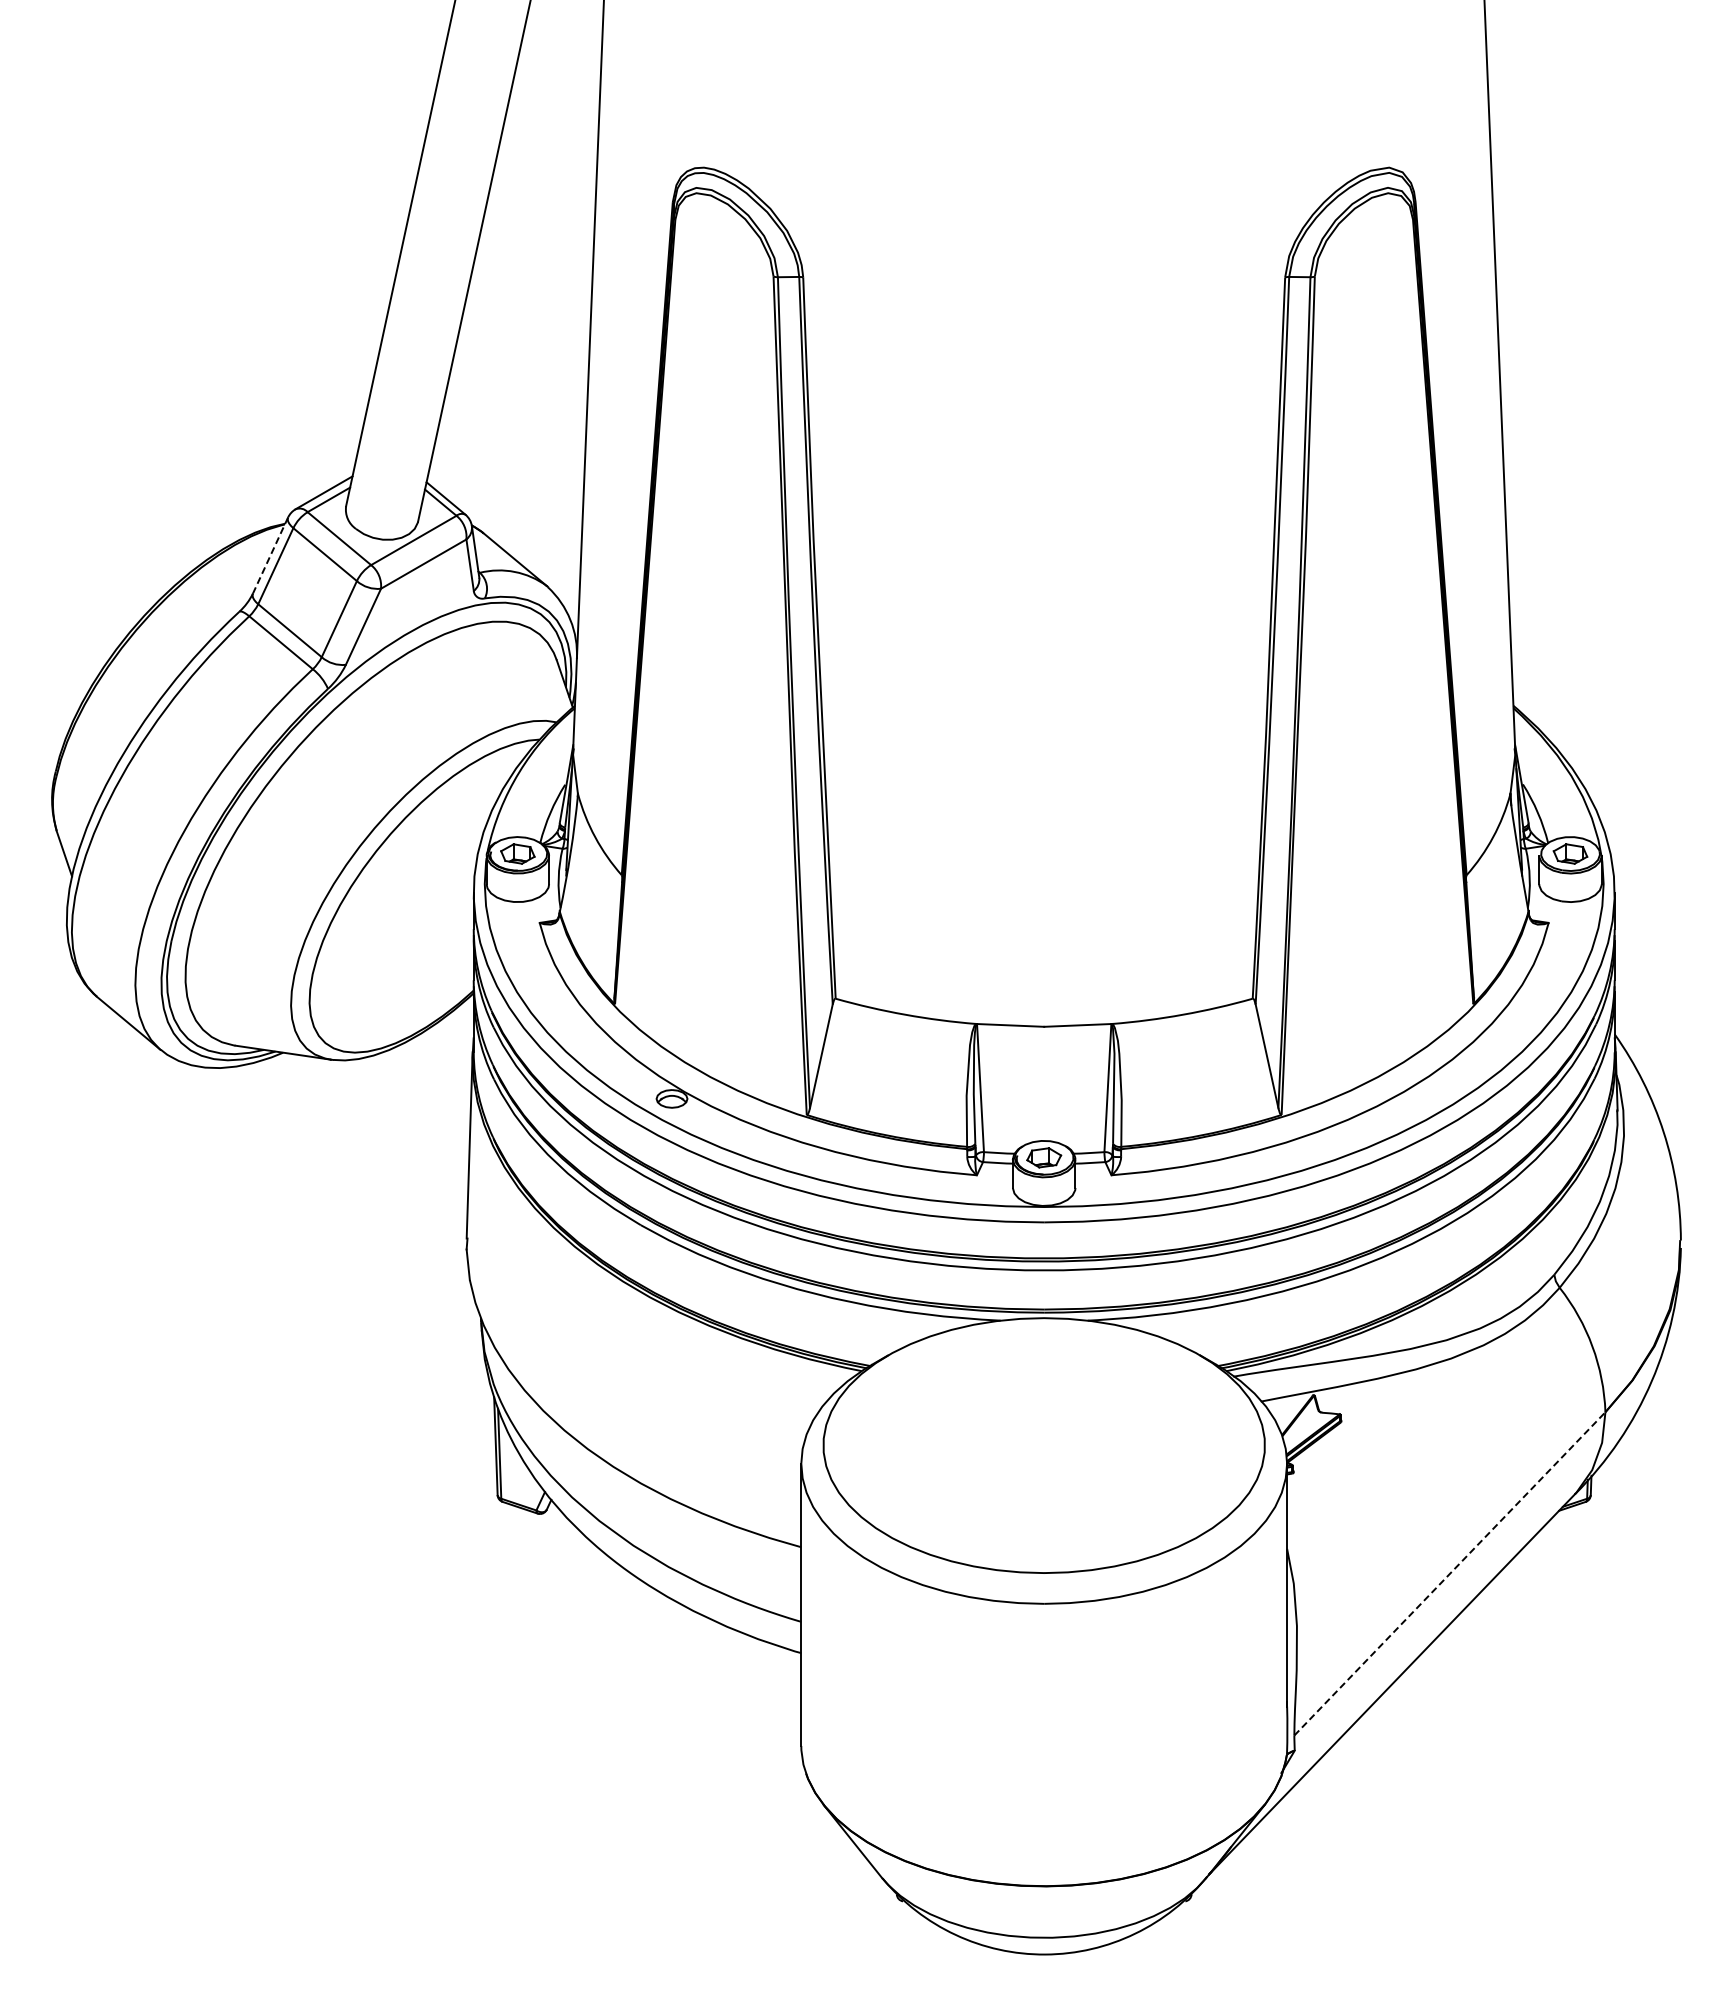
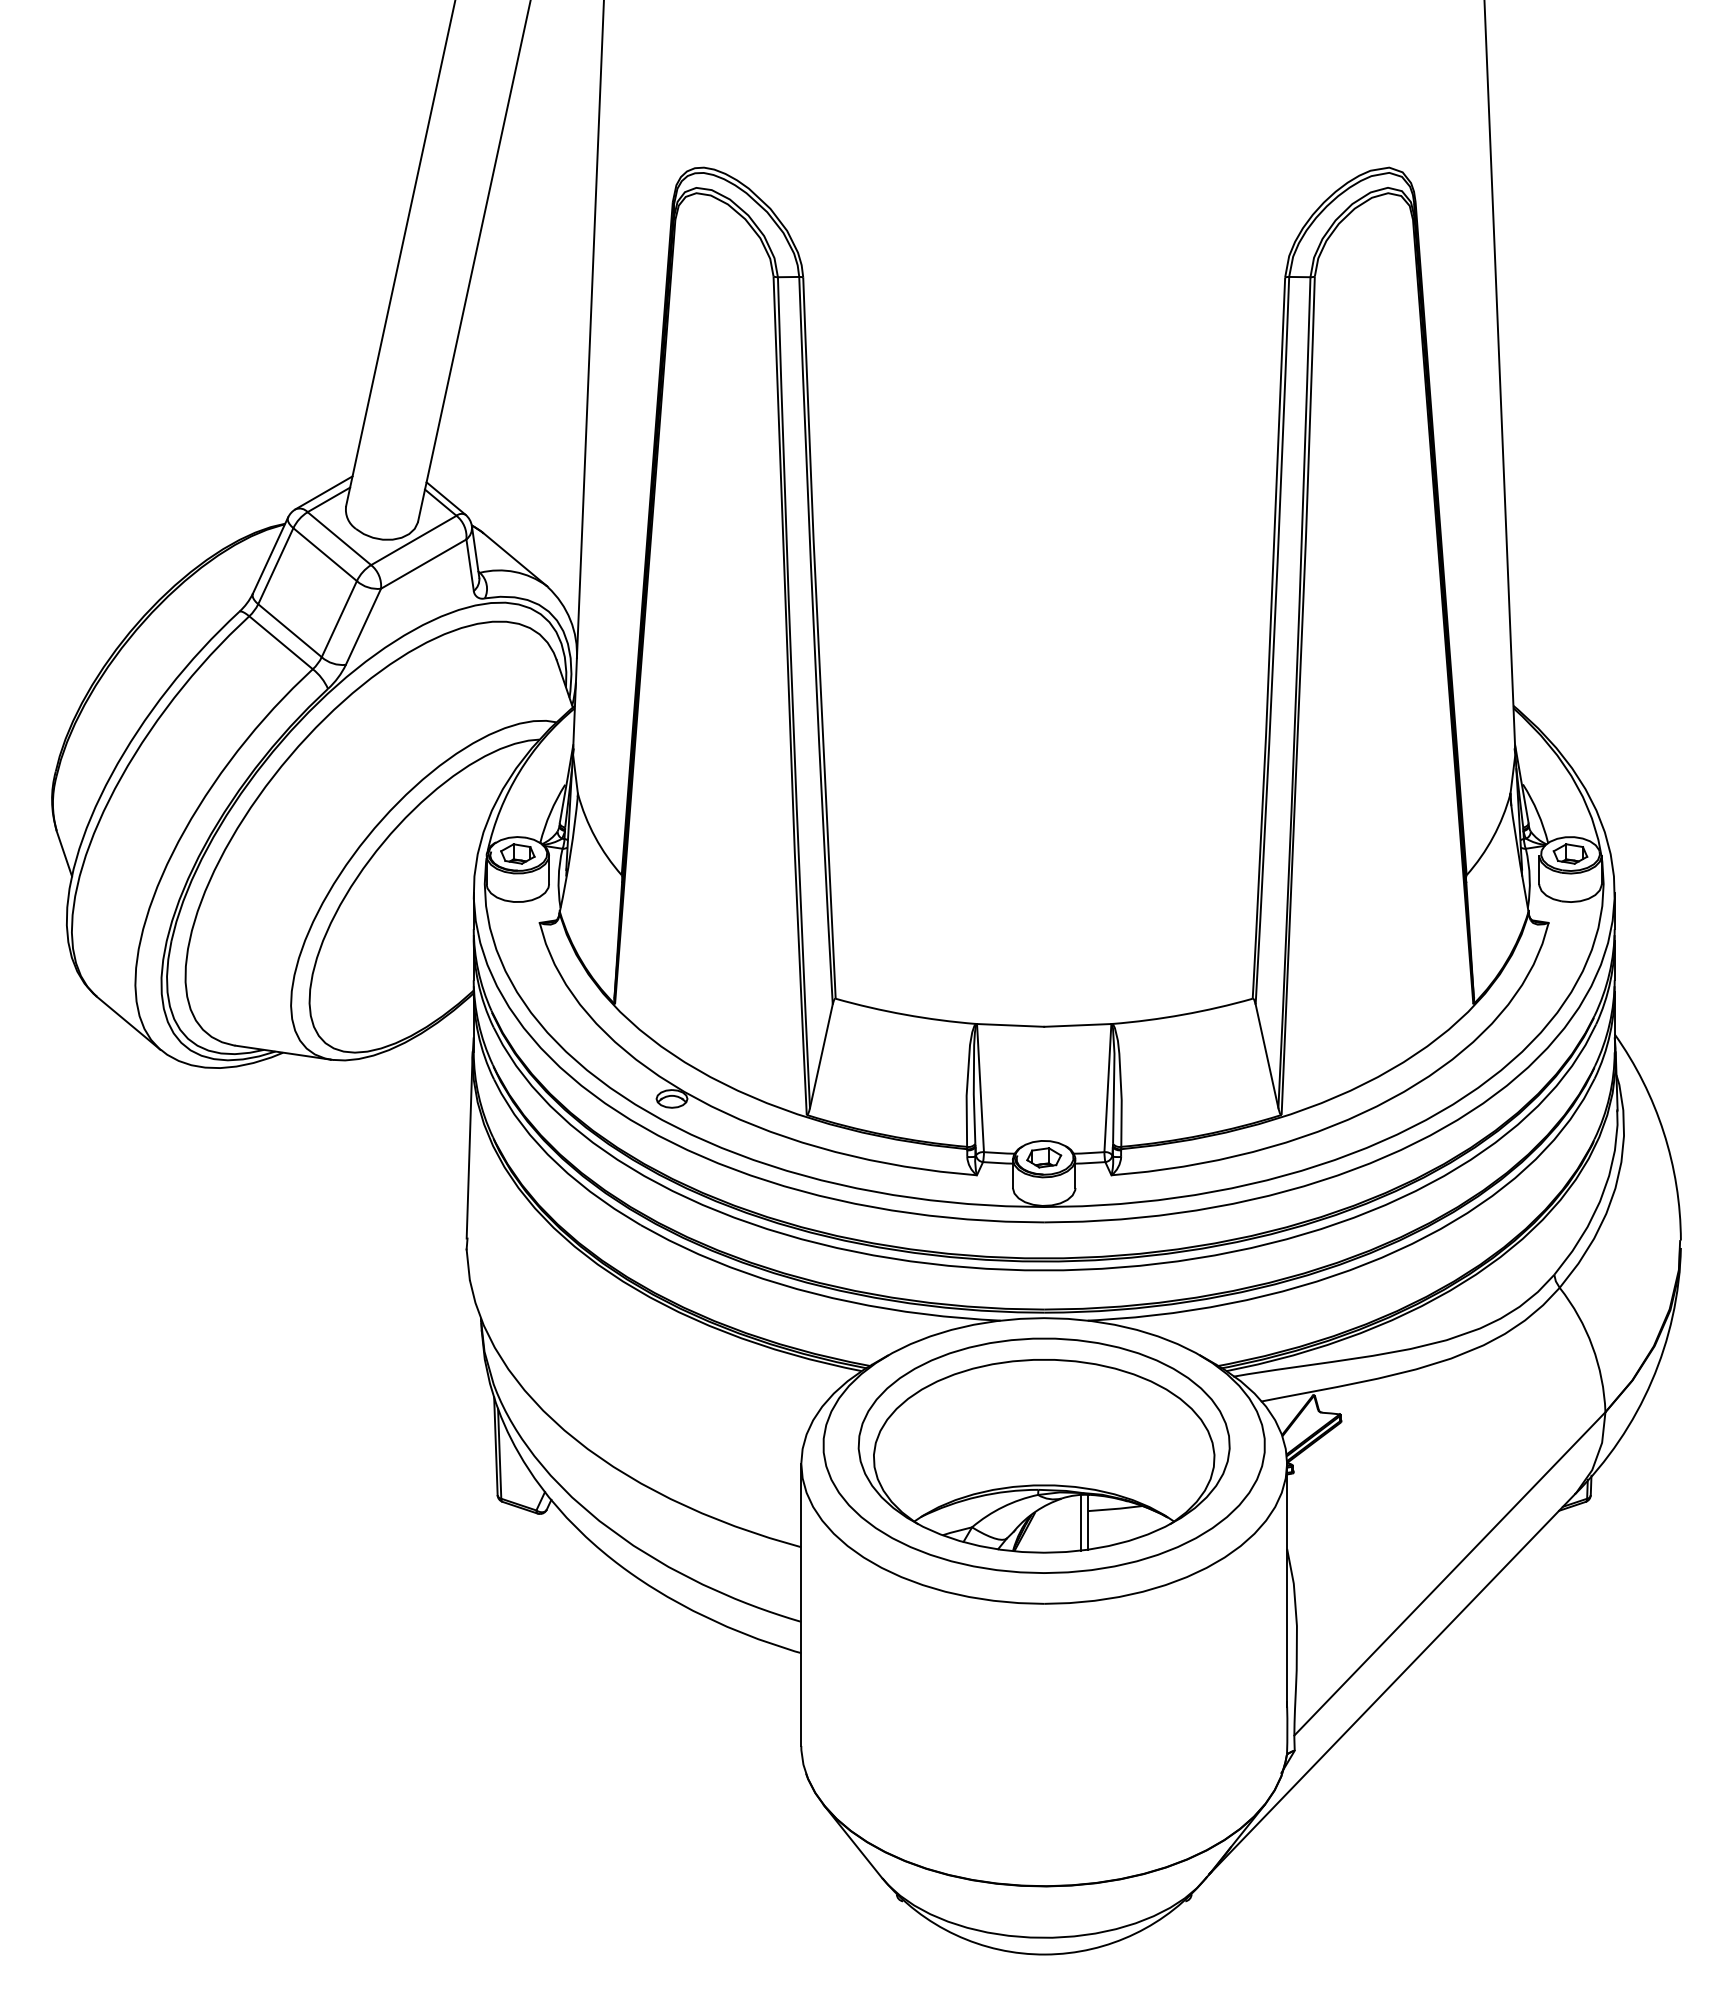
line at (270, 555): dashed -> solid
part at (1043, 1445): none -> present
line at (1450, 1573): dashed -> solid
